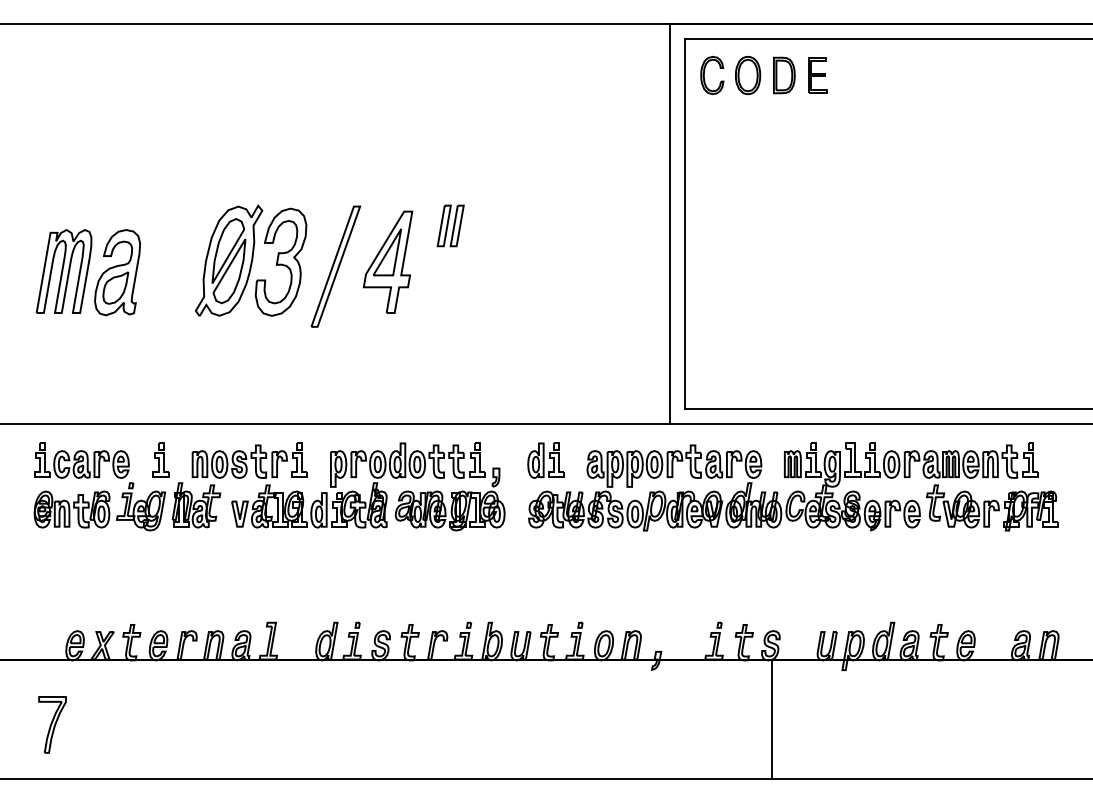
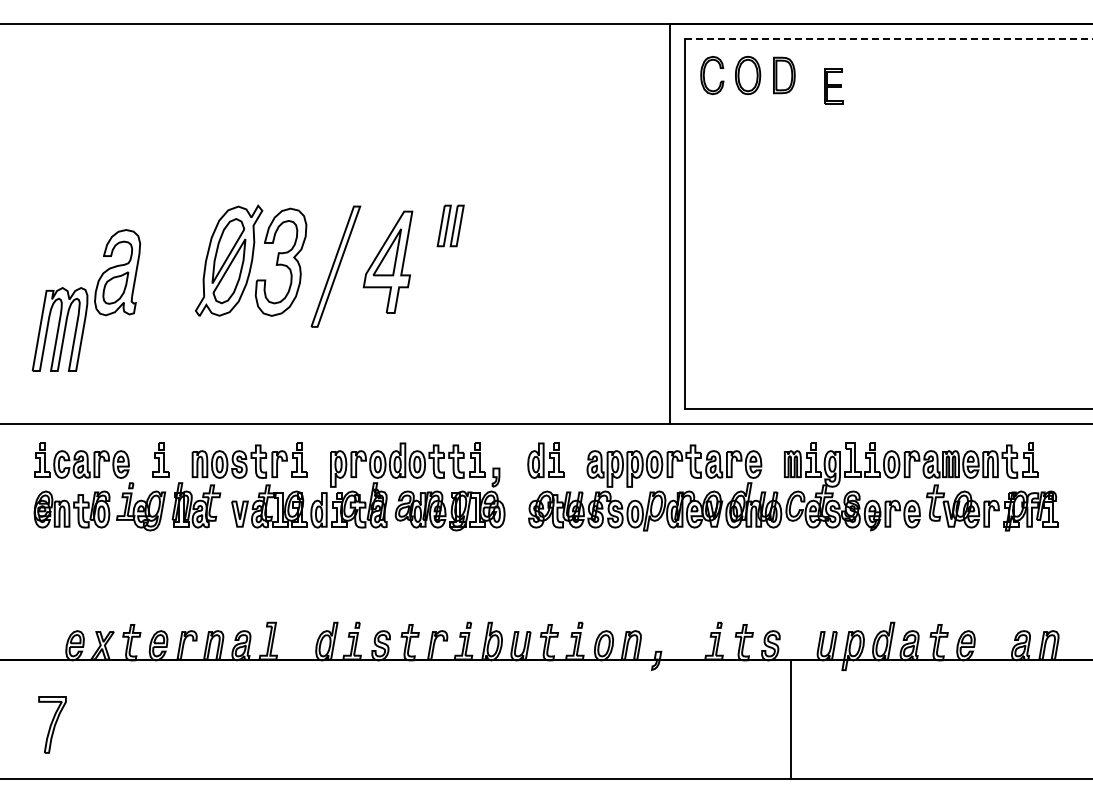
line at (889, 39): solid -> dashed
part at (817, 75) position: (817, 75) -> (833, 86)
part at (63, 271) position: (63, 271) -> (59, 329)
line at (772, 719) position: (772, 719) -> (791, 719)
